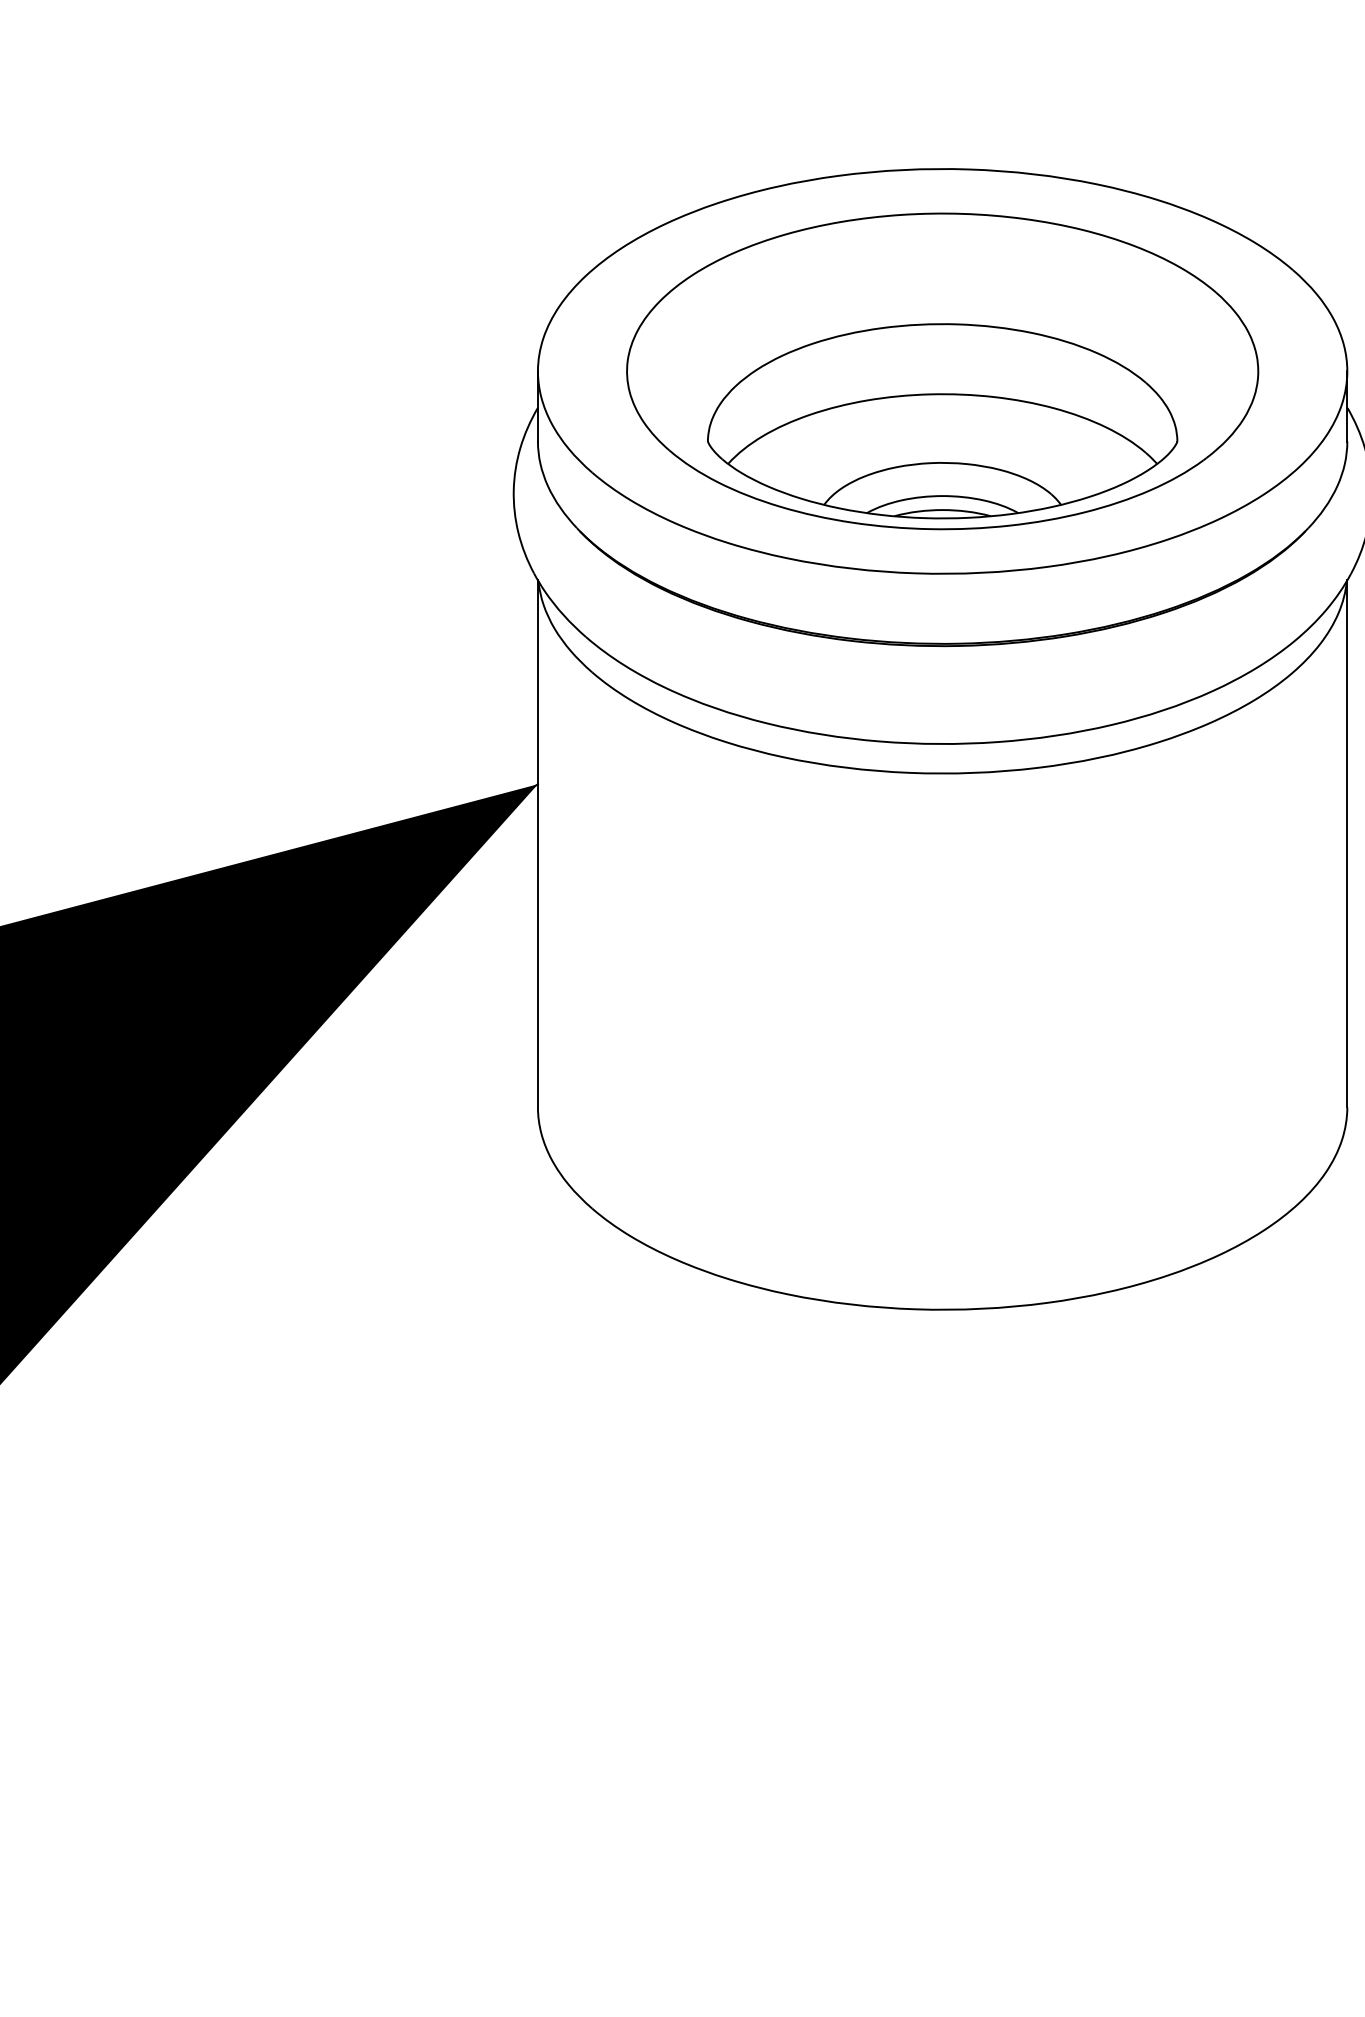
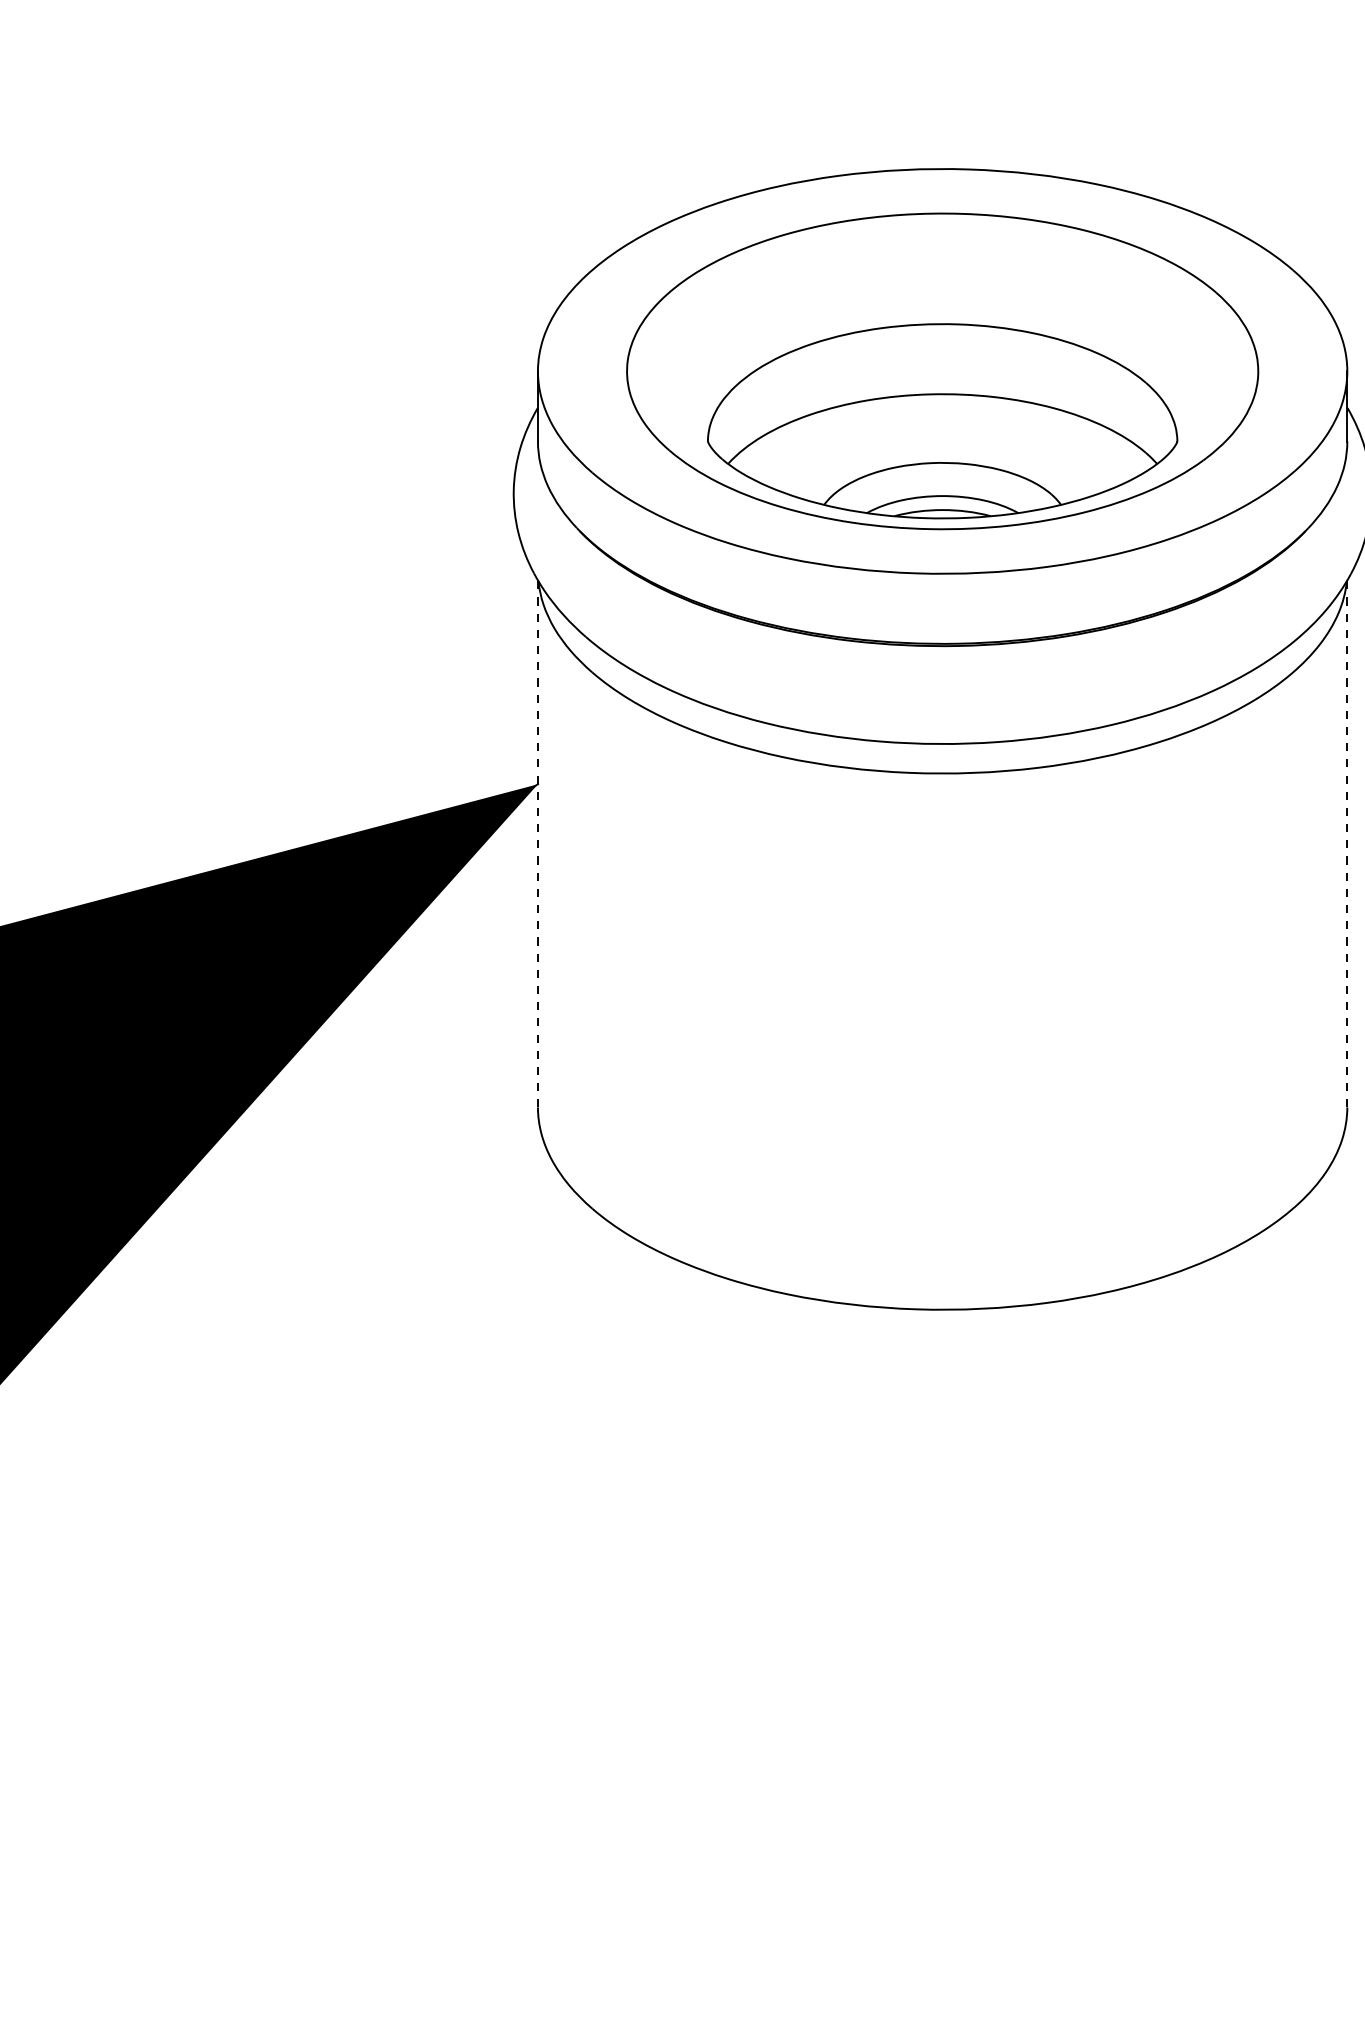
line at (537, 843): solid -> dashed
line at (1347, 843): solid -> dashed
